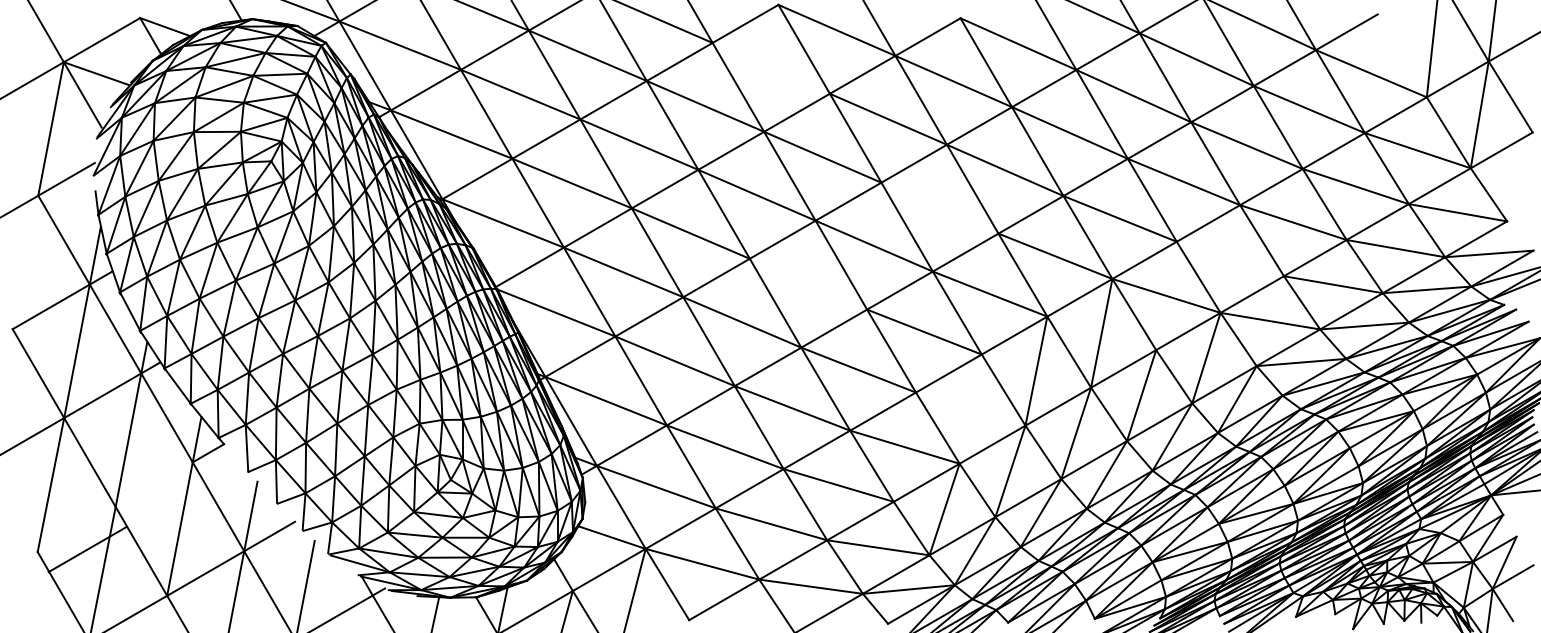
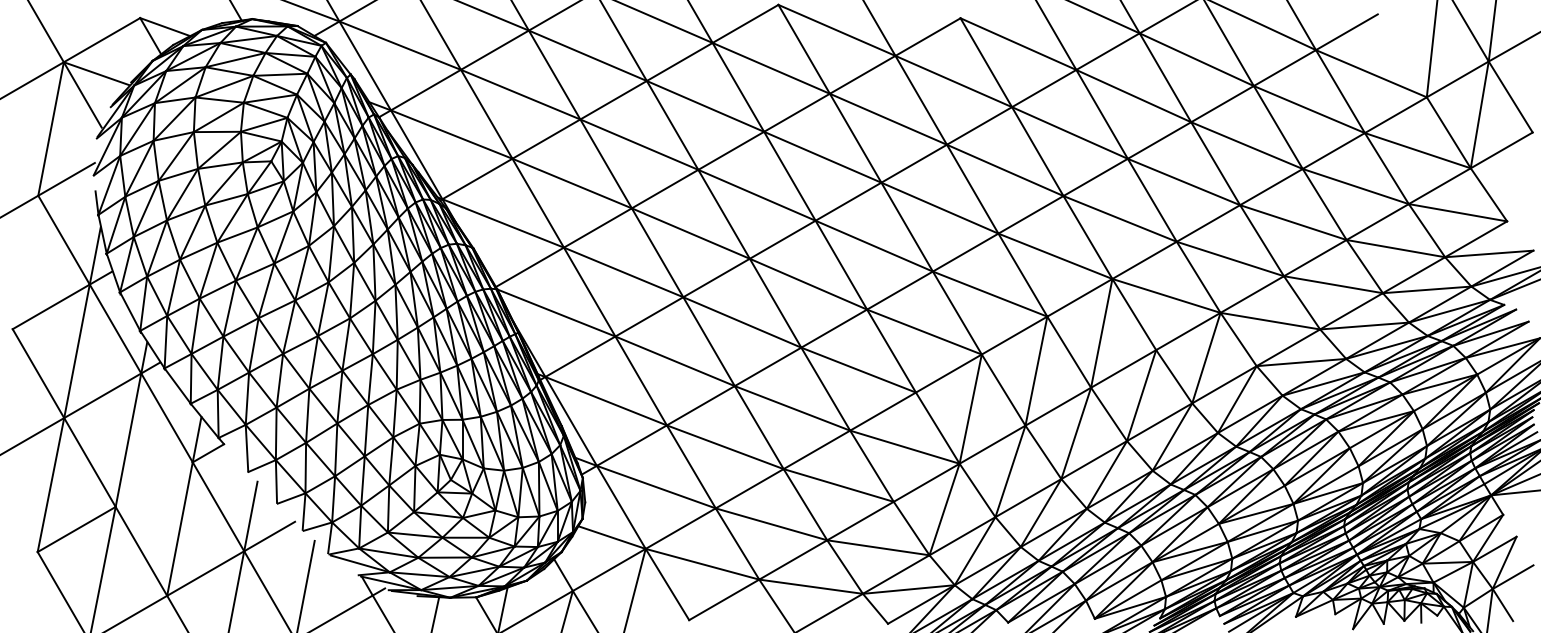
line at (770, 67): none -> present
line at (939, 207): none -> present
line at (1229, 258): none -> present
line at (808, 283): none -> present
line at (970, 408): none -> present
line at (87, 549) position: (87, 549) -> (76, 529)
